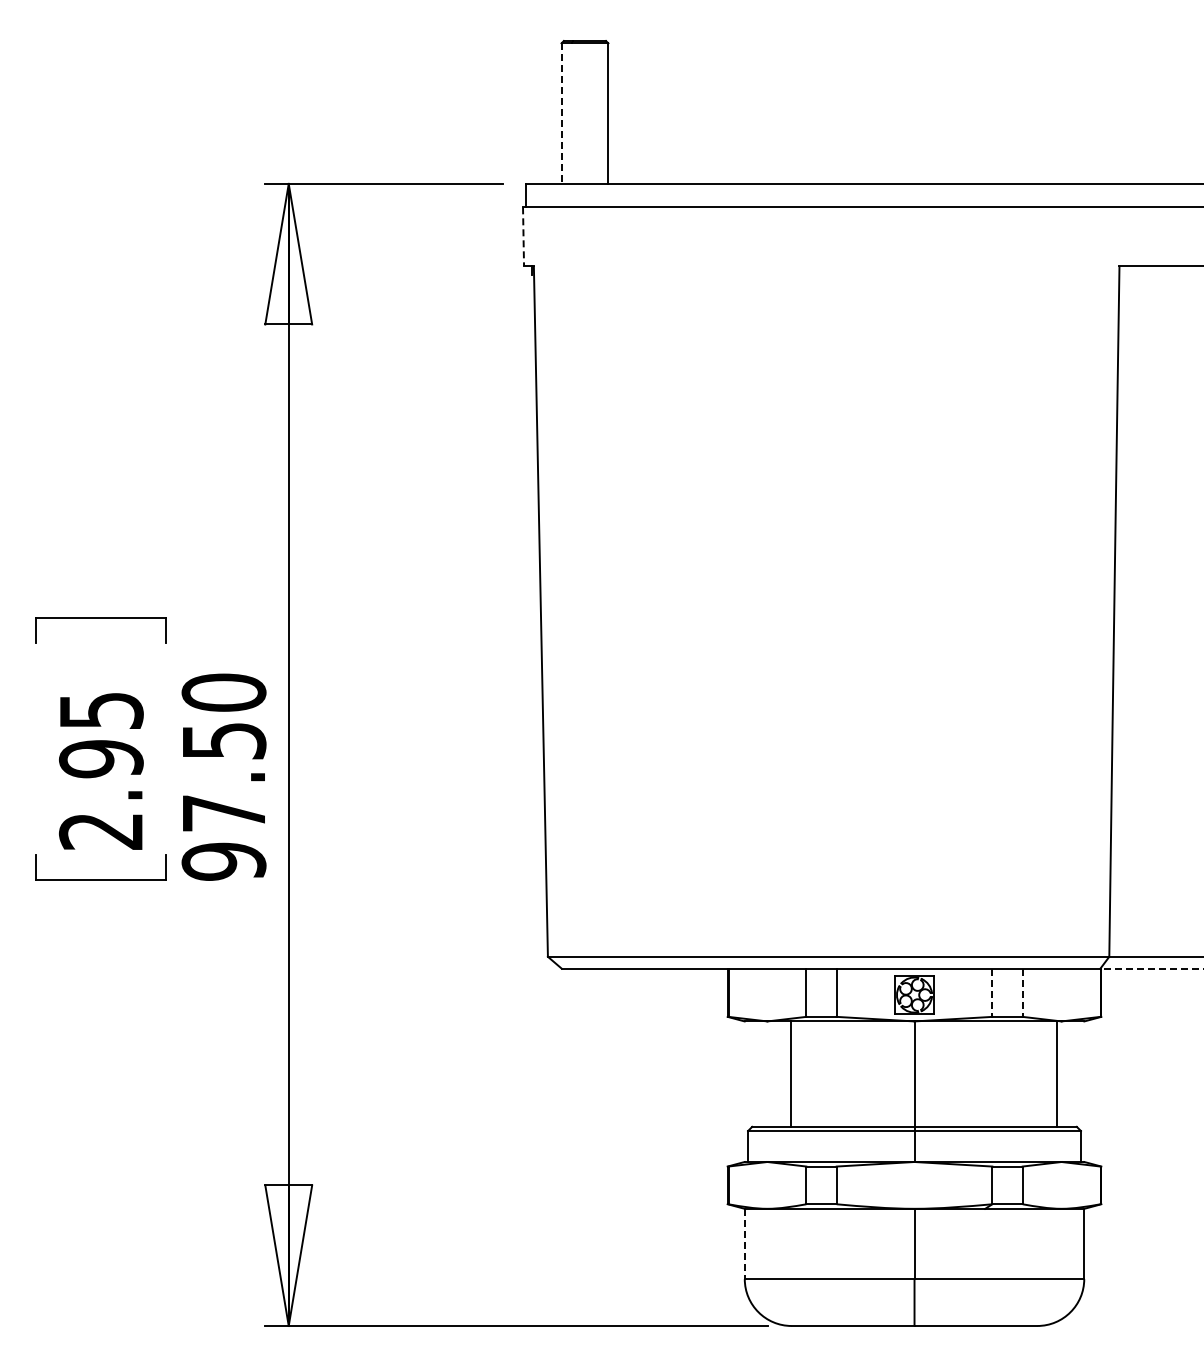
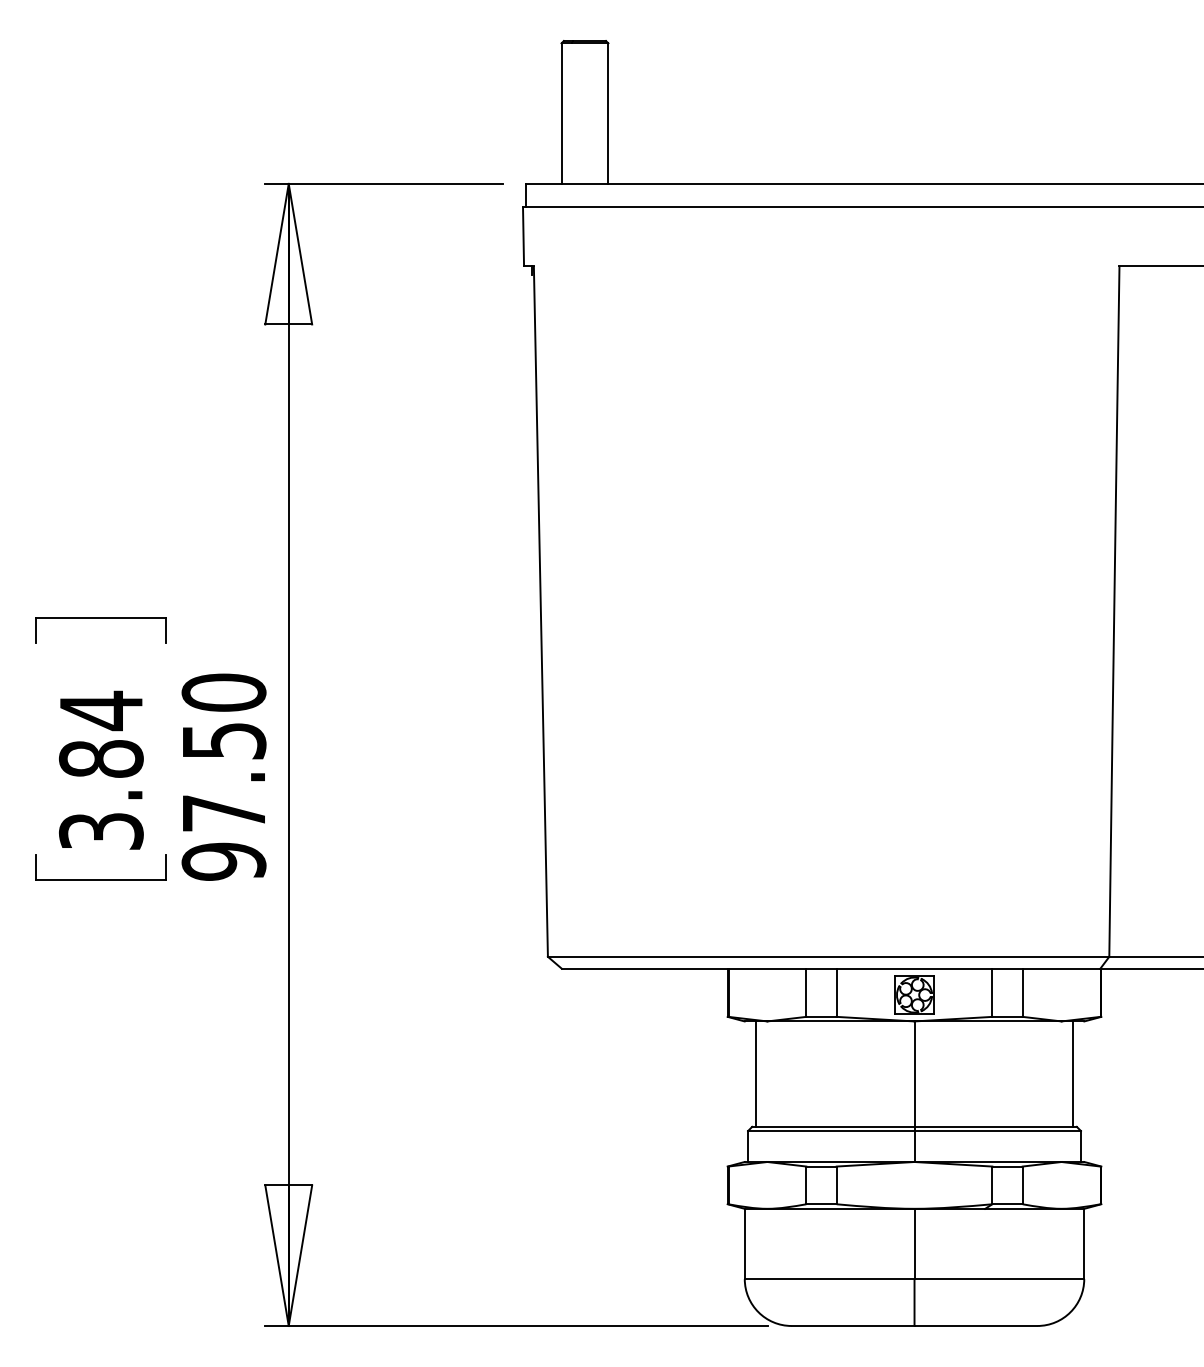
line at (561, 114): dashed -> solid
line at (523, 237): dashed -> solid
text at (101, 769): 2.95 -> 3.84
line at (1151, 968): dashed -> solid
line at (992, 993): dashed -> solid
line at (1022, 993): dashed -> solid
line at (791, 1073) position: (791, 1073) -> (756, 1073)
line at (1056, 1073) position: (1056, 1073) -> (1072, 1073)
line at (744, 1244): dashed -> solid
